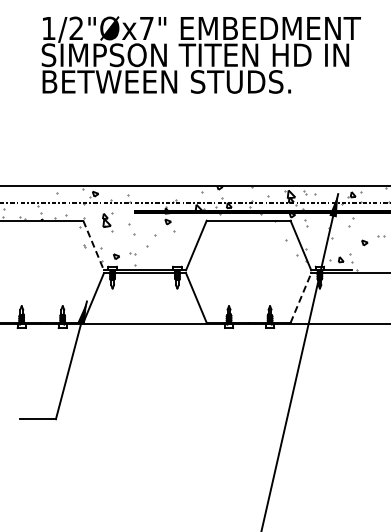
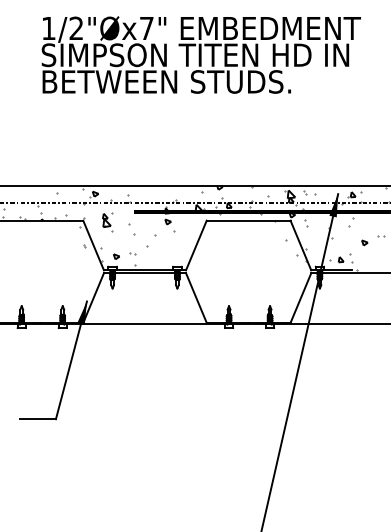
line at (93, 245): dashed -> solid
line at (300, 298): dashed -> solid
